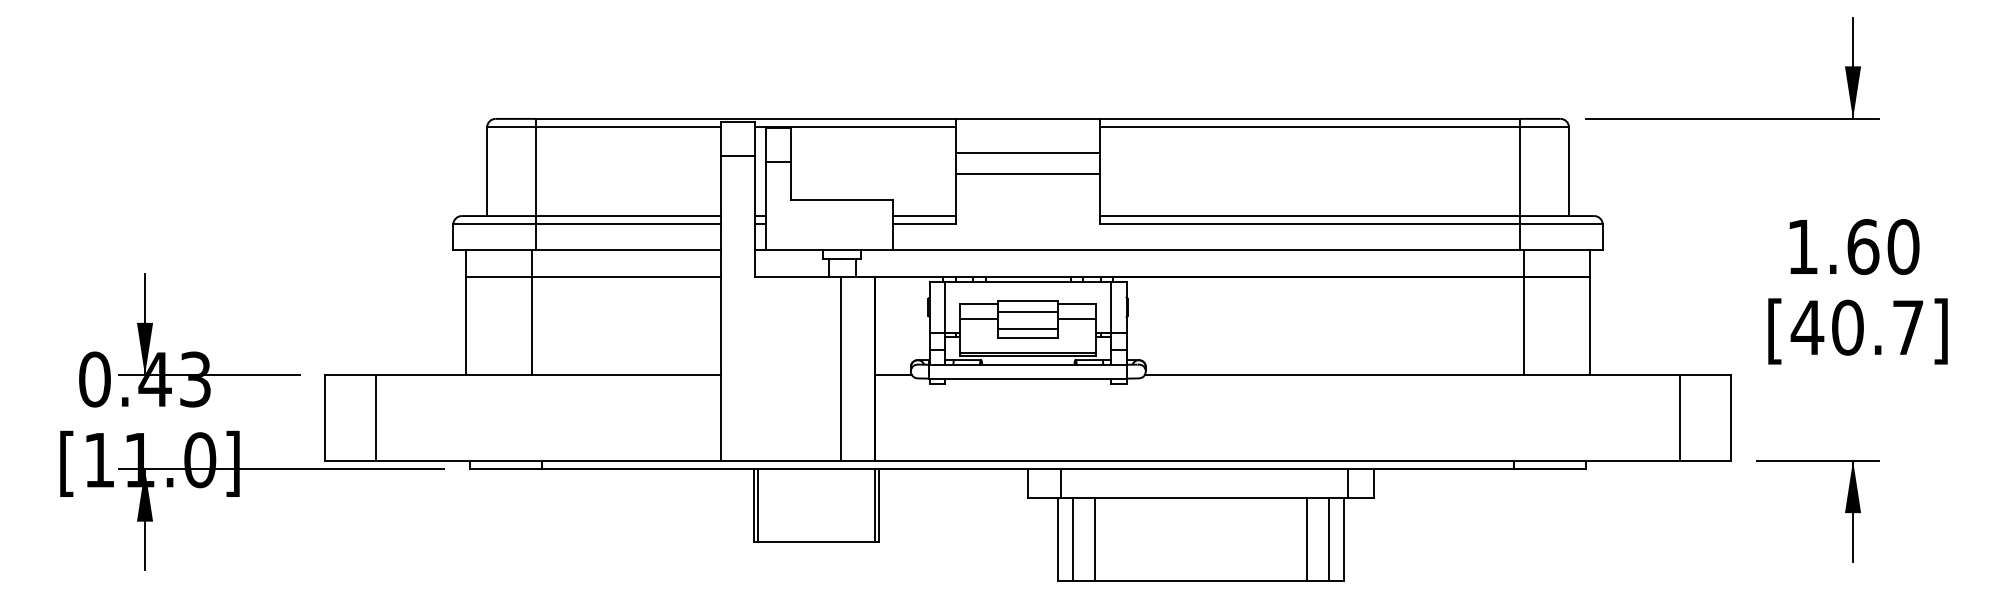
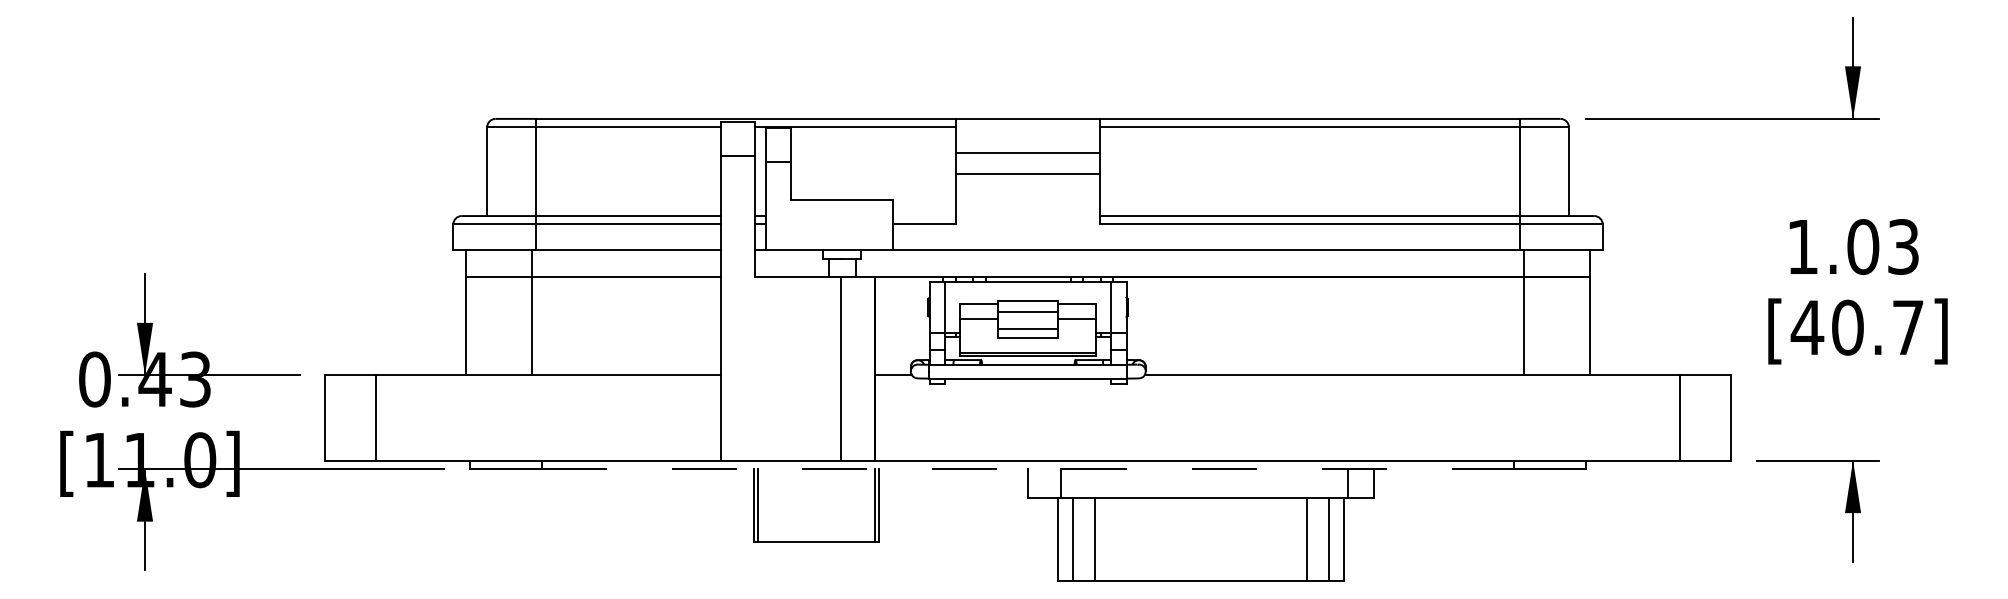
line at (924, 216): present -> none
text at (1883, 246): 1.60 -> 1.03
line at (1028, 469): solid -> dashed
